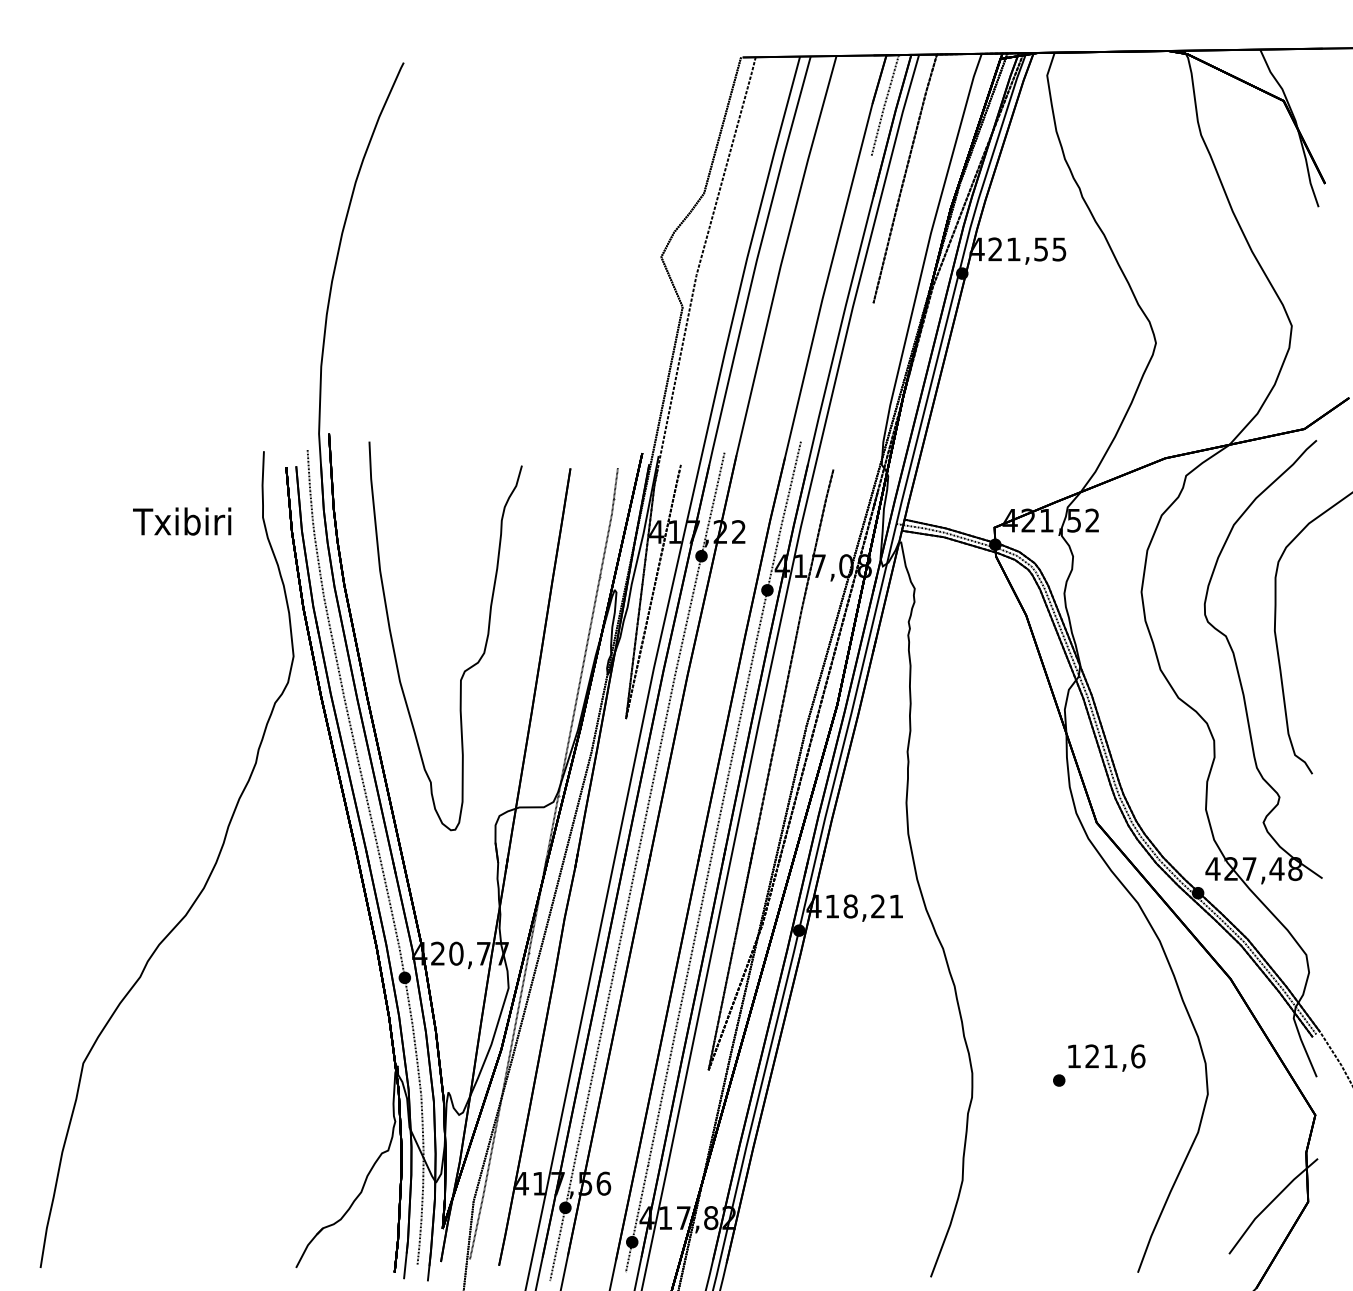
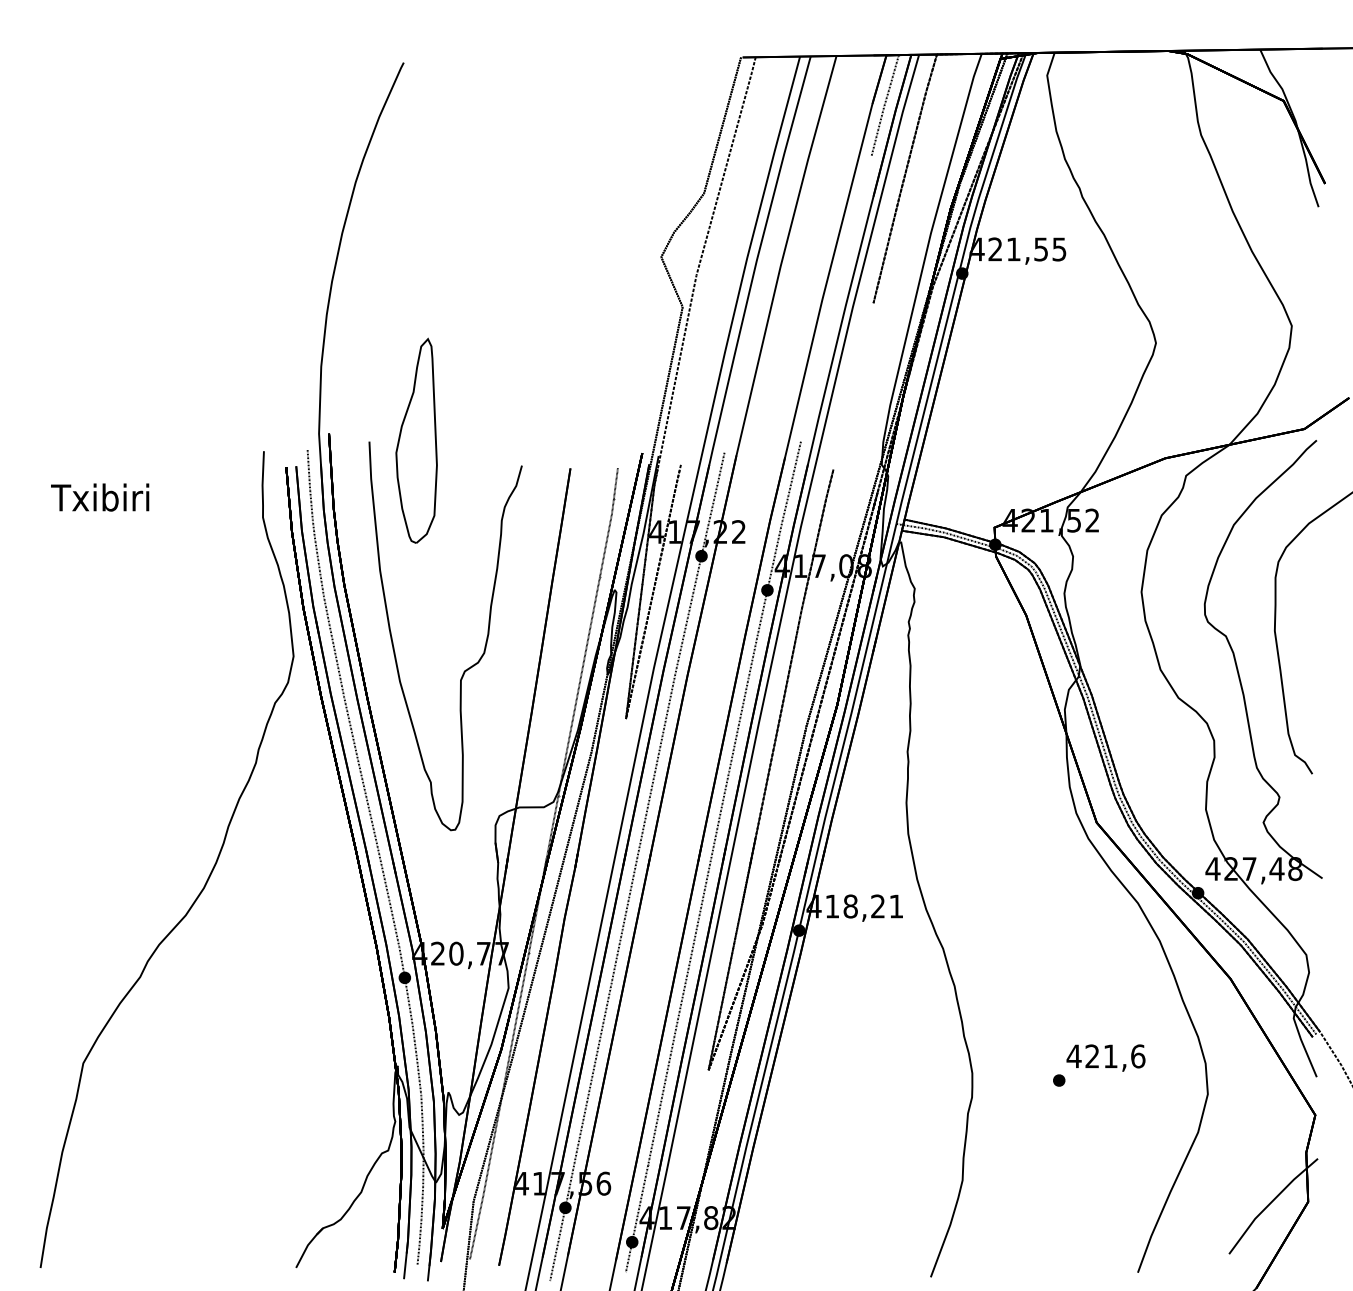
part at (416, 440): none -> present
text at (182, 521) position: (182, 521) -> (100, 497)
text at (1073, 1056): 121,6 -> 421,6
